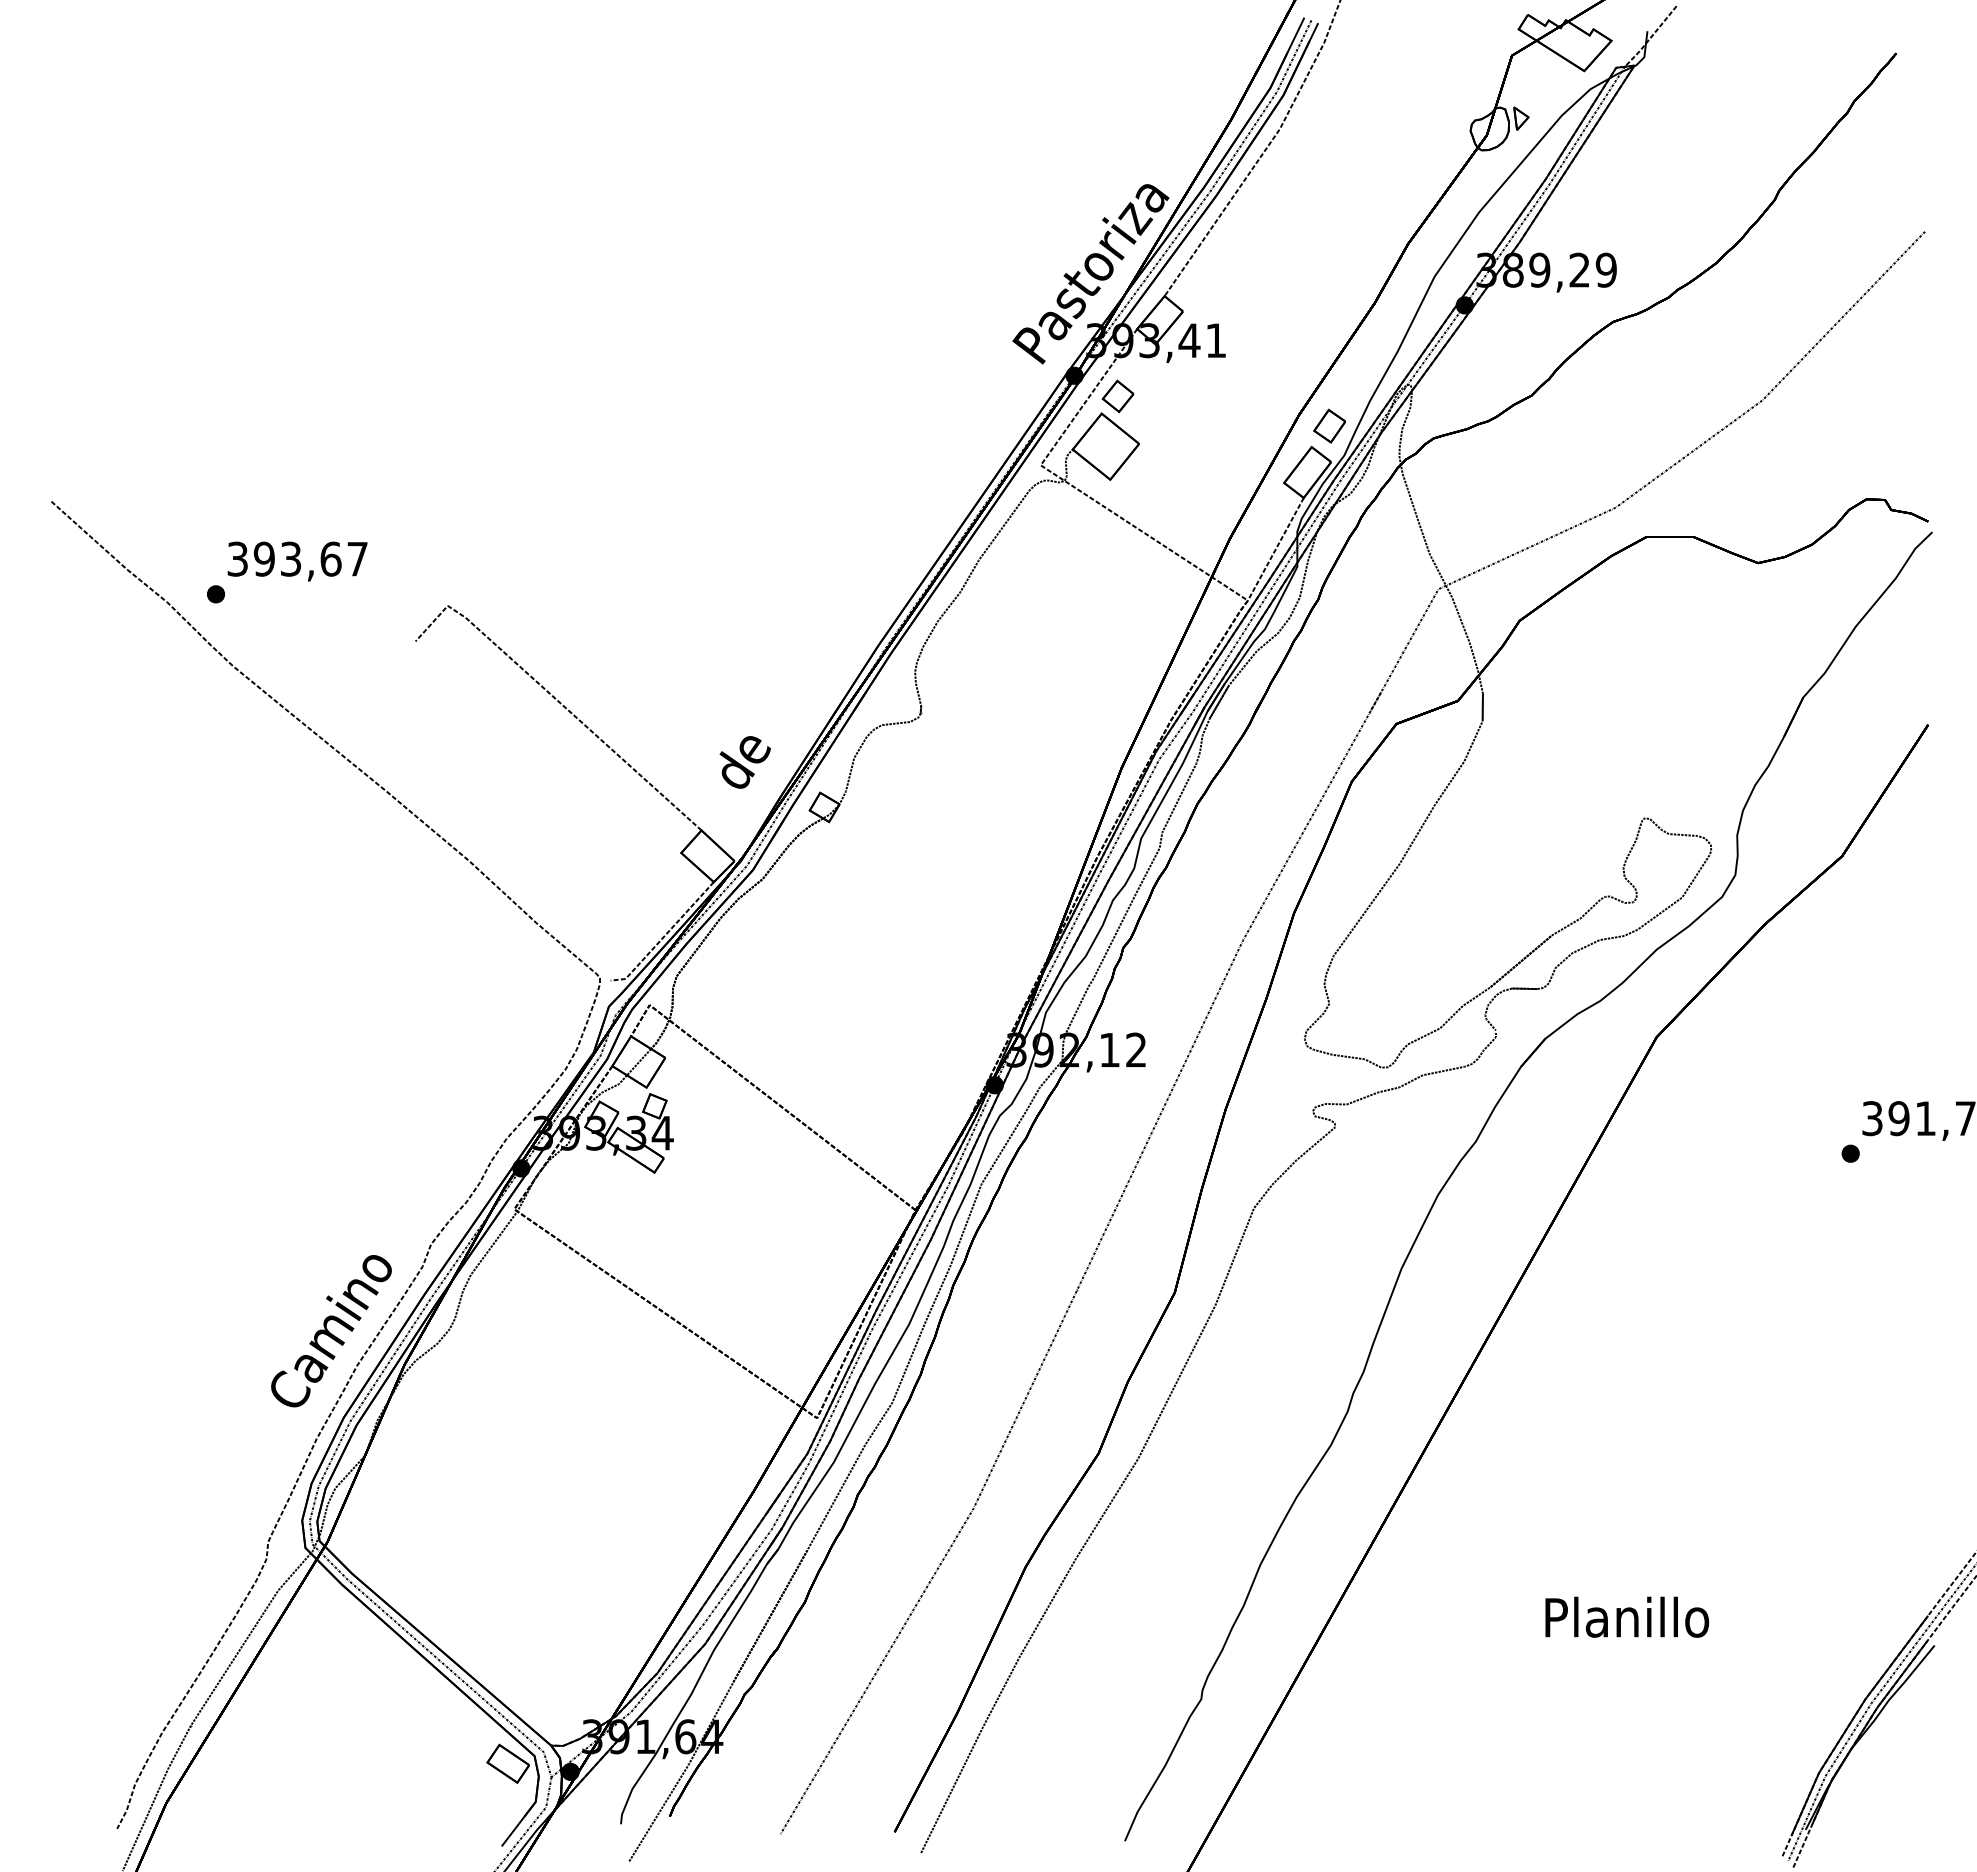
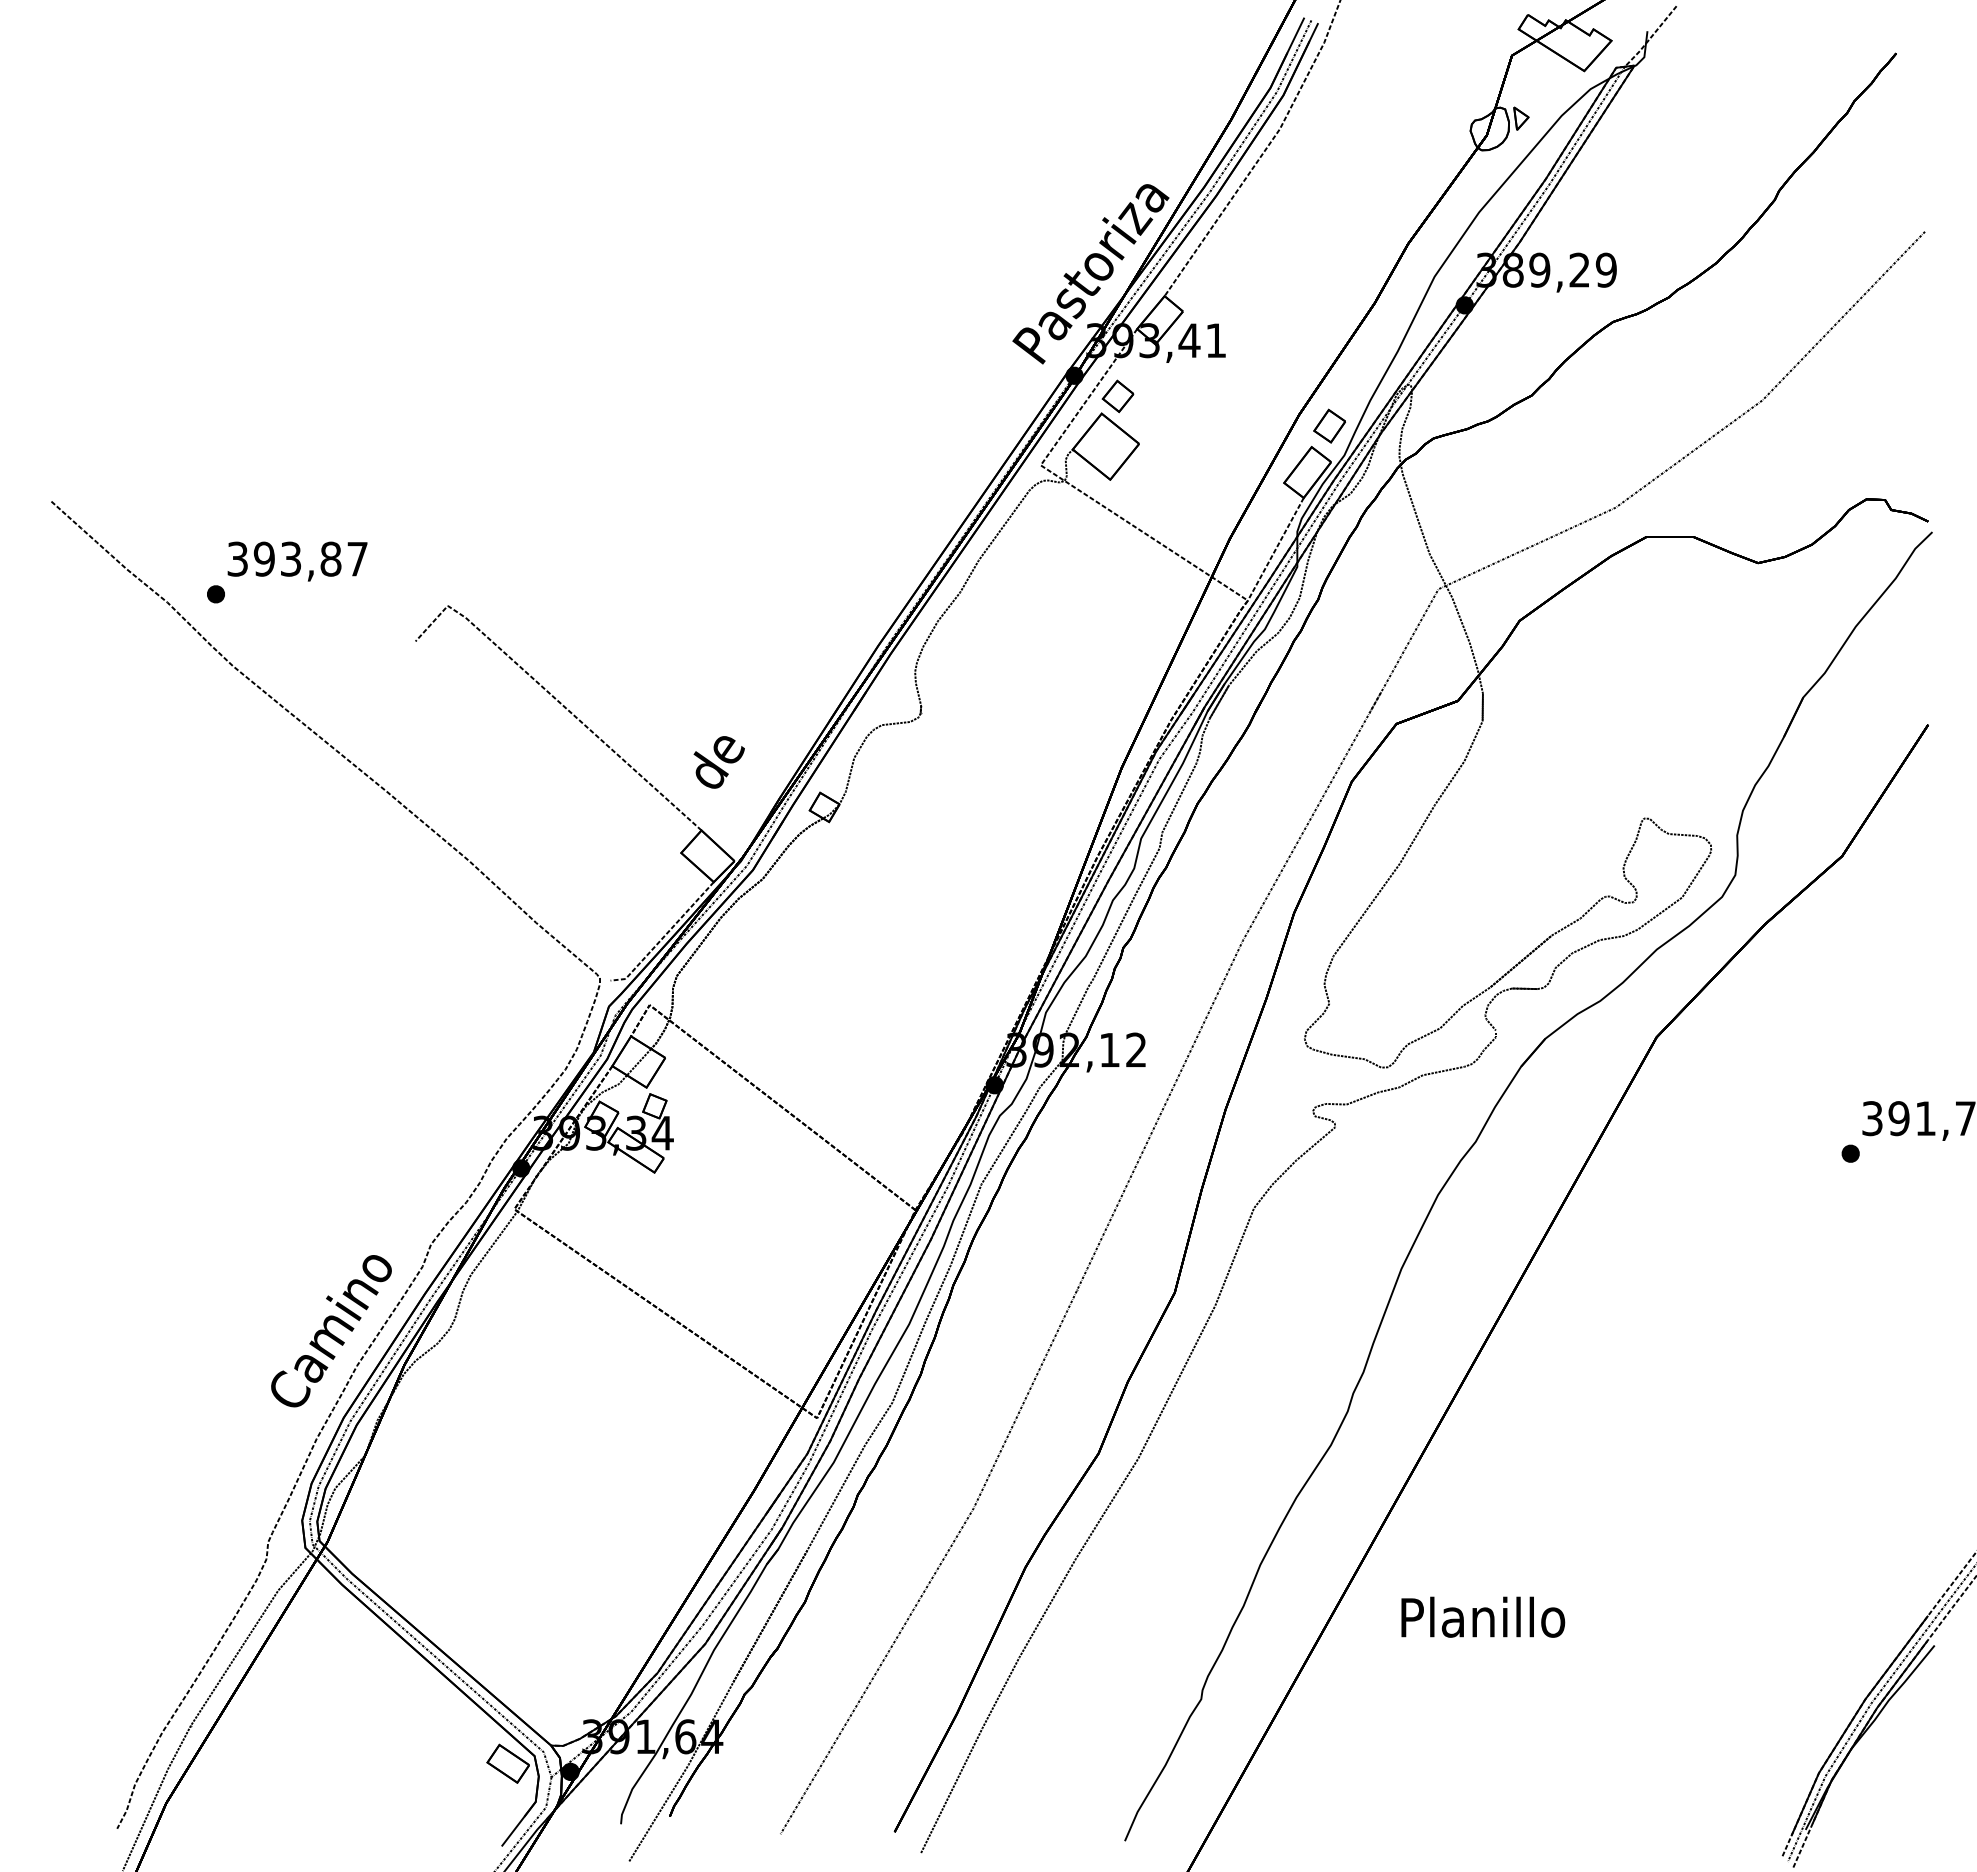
text at (330, 558): 393,67 -> 393,87
text at (744, 762) position: (744, 762) -> (718, 762)
text at (1627, 1616) position: (1627, 1616) -> (1483, 1616)
